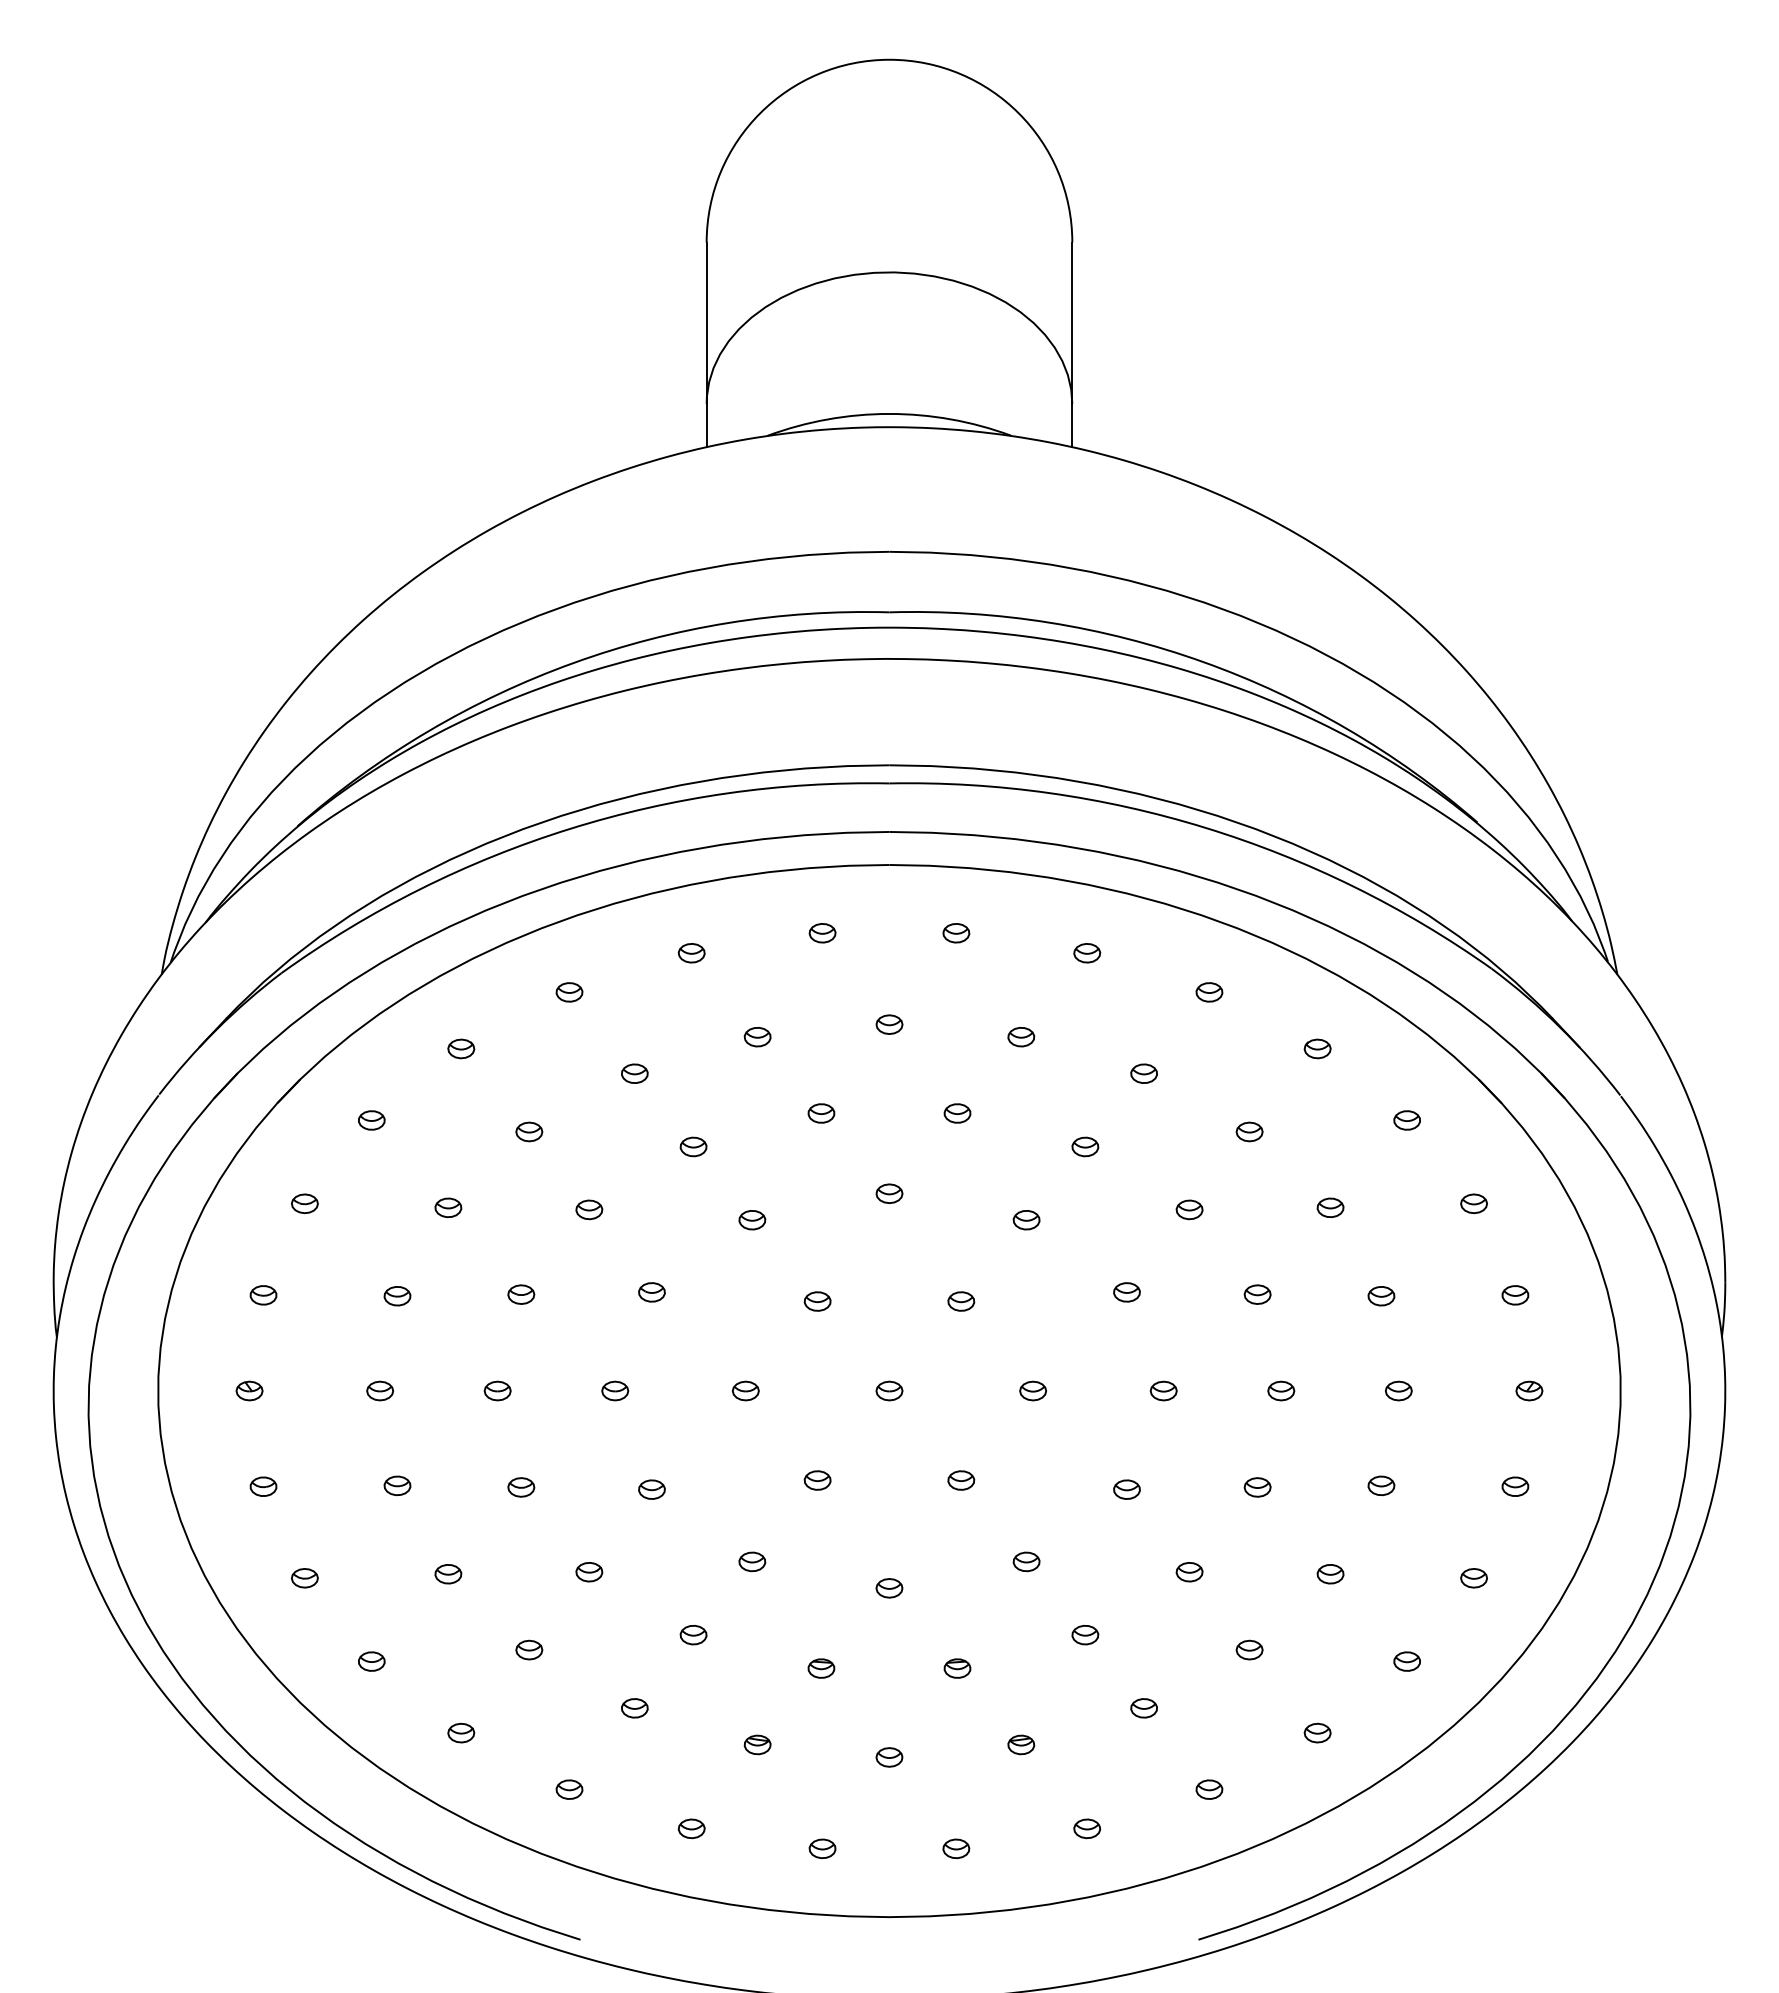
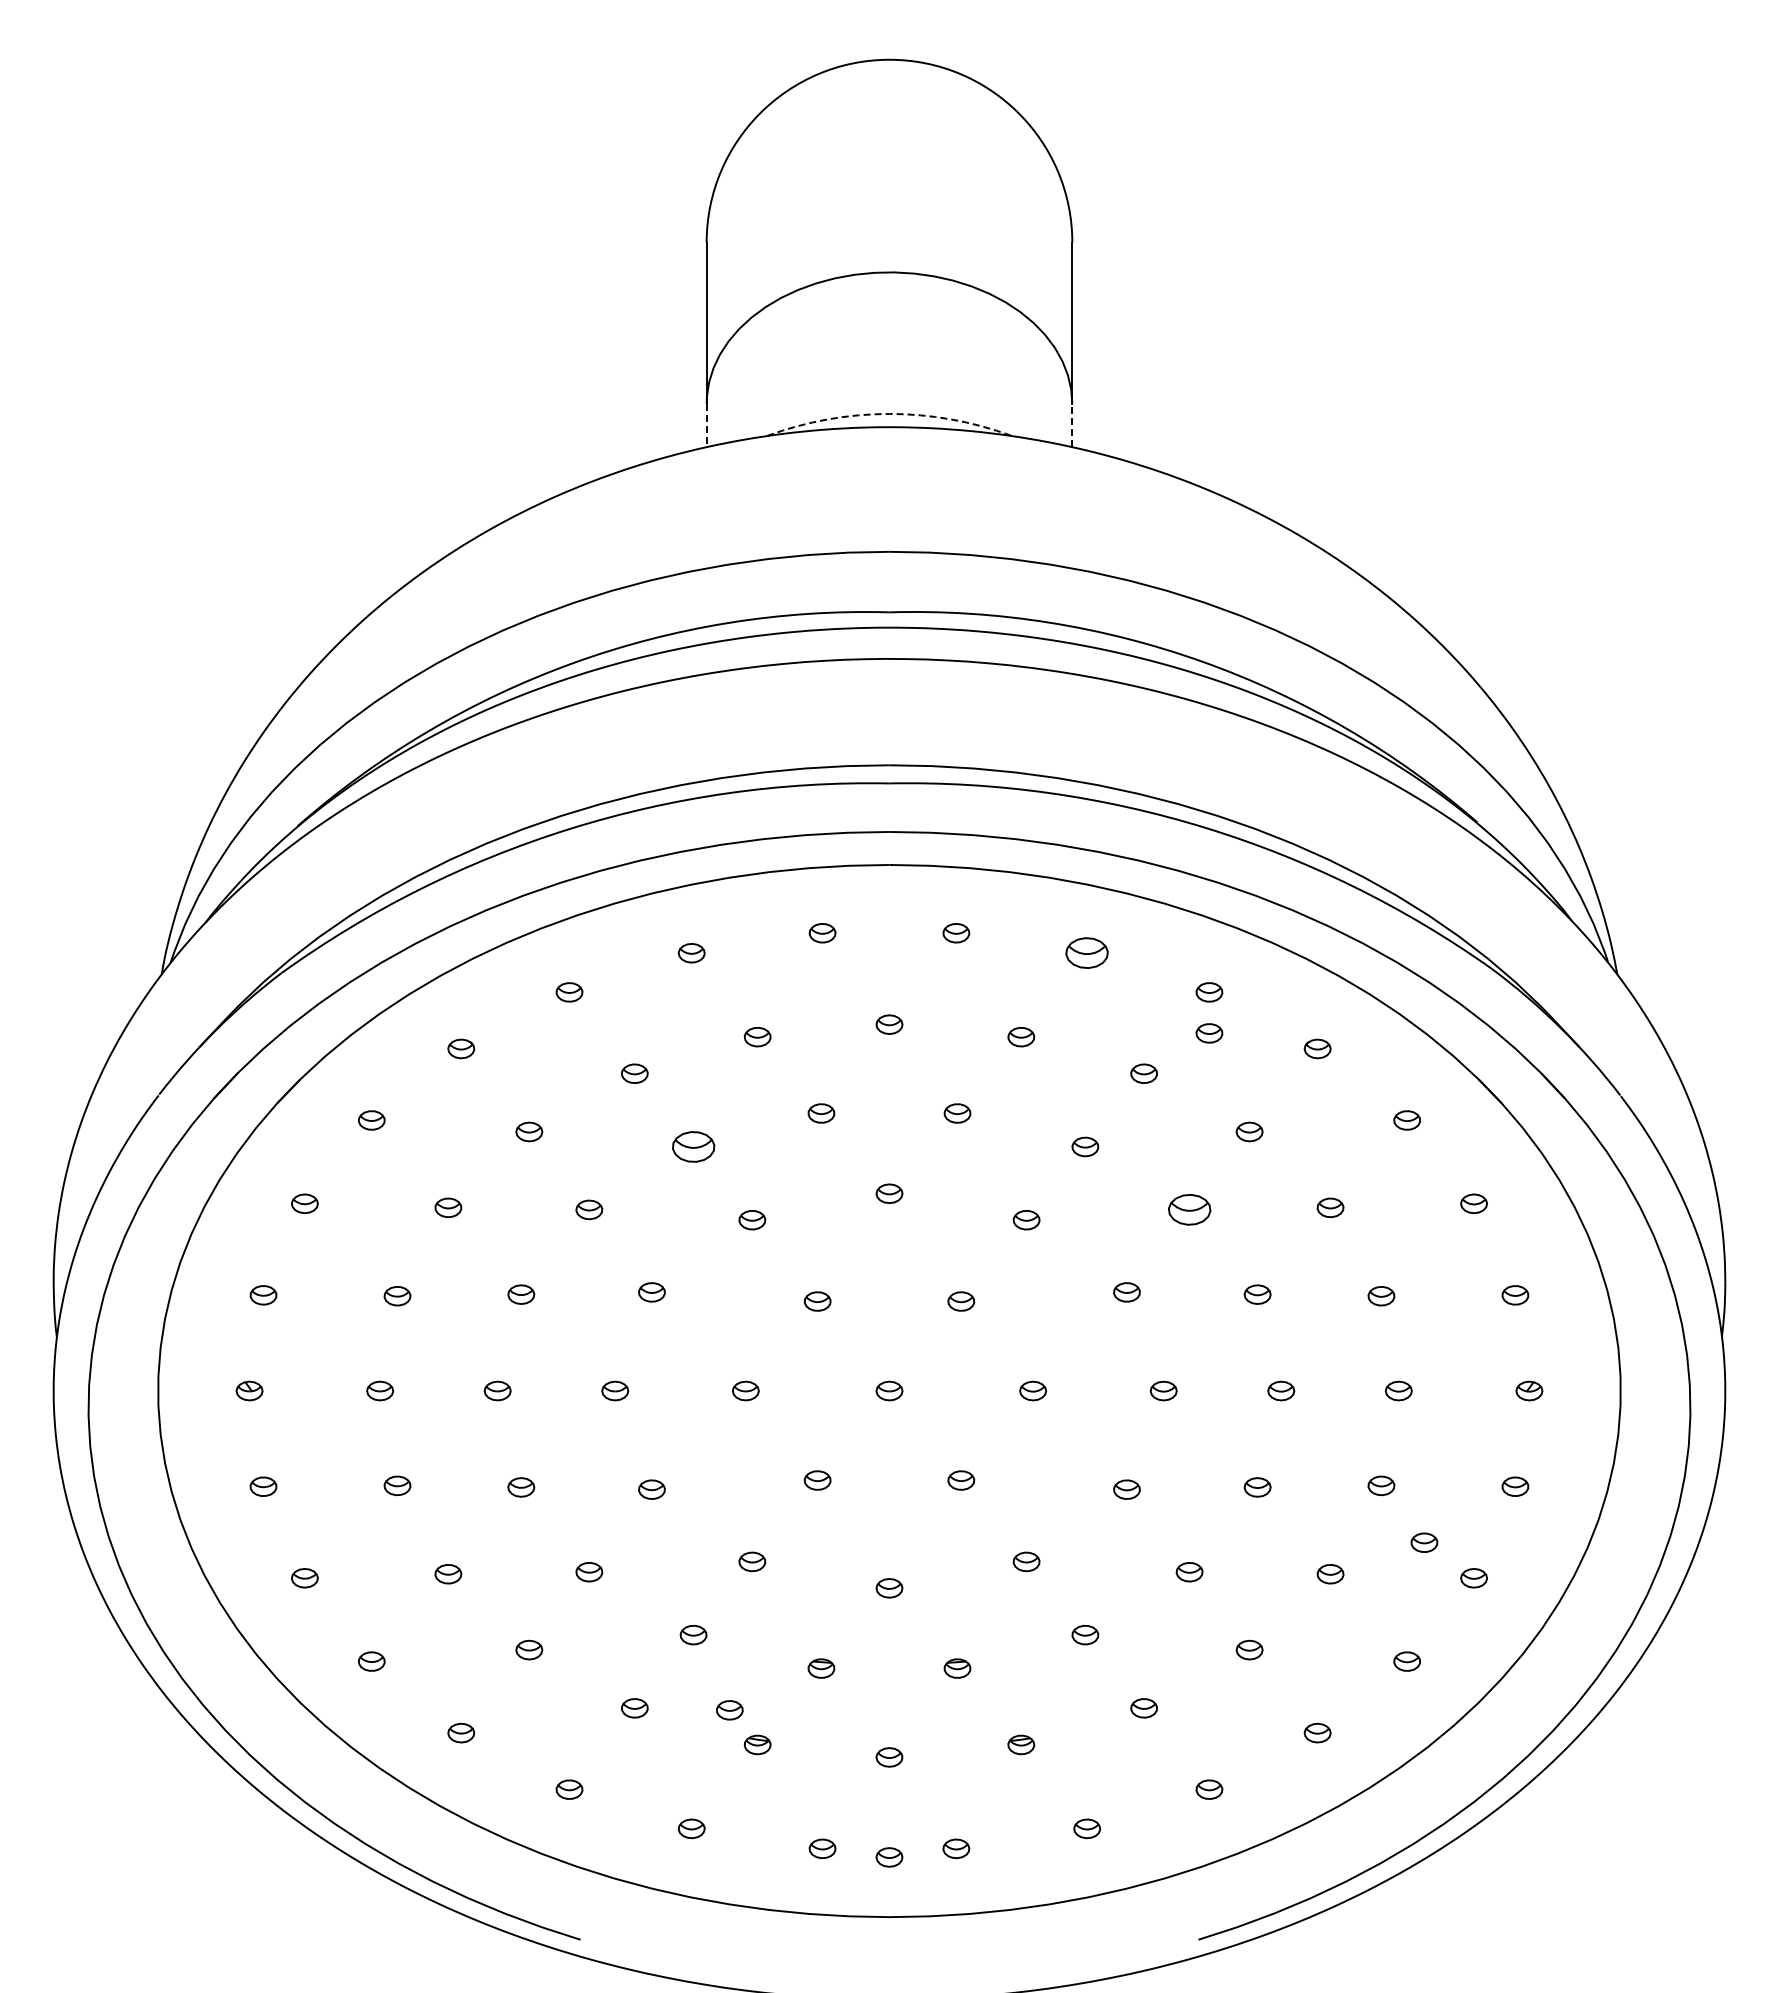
arc at (889, 413): solid -> dashed
line at (706, 425): solid -> dashed
line at (1072, 425): solid -> dashed
part at (1087, 953) size: 29x21 px -> 44x32 px
part at (1209, 1033): none -> present
part at (693, 1146) size: 29x22 px -> 44x32 px
part at (1189, 1209) size: 29x22 px -> 44x32 px
part at (1424, 1542): none -> present
part at (729, 1710): none -> present
part at (889, 1857): none -> present
